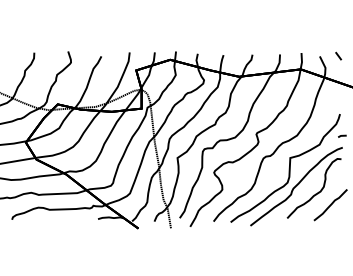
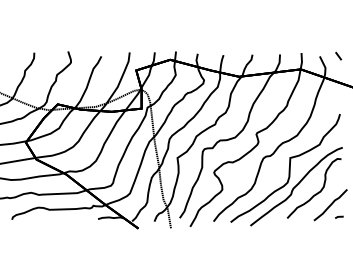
part at (342, 135) position: (342, 135) -> (339, 216)
